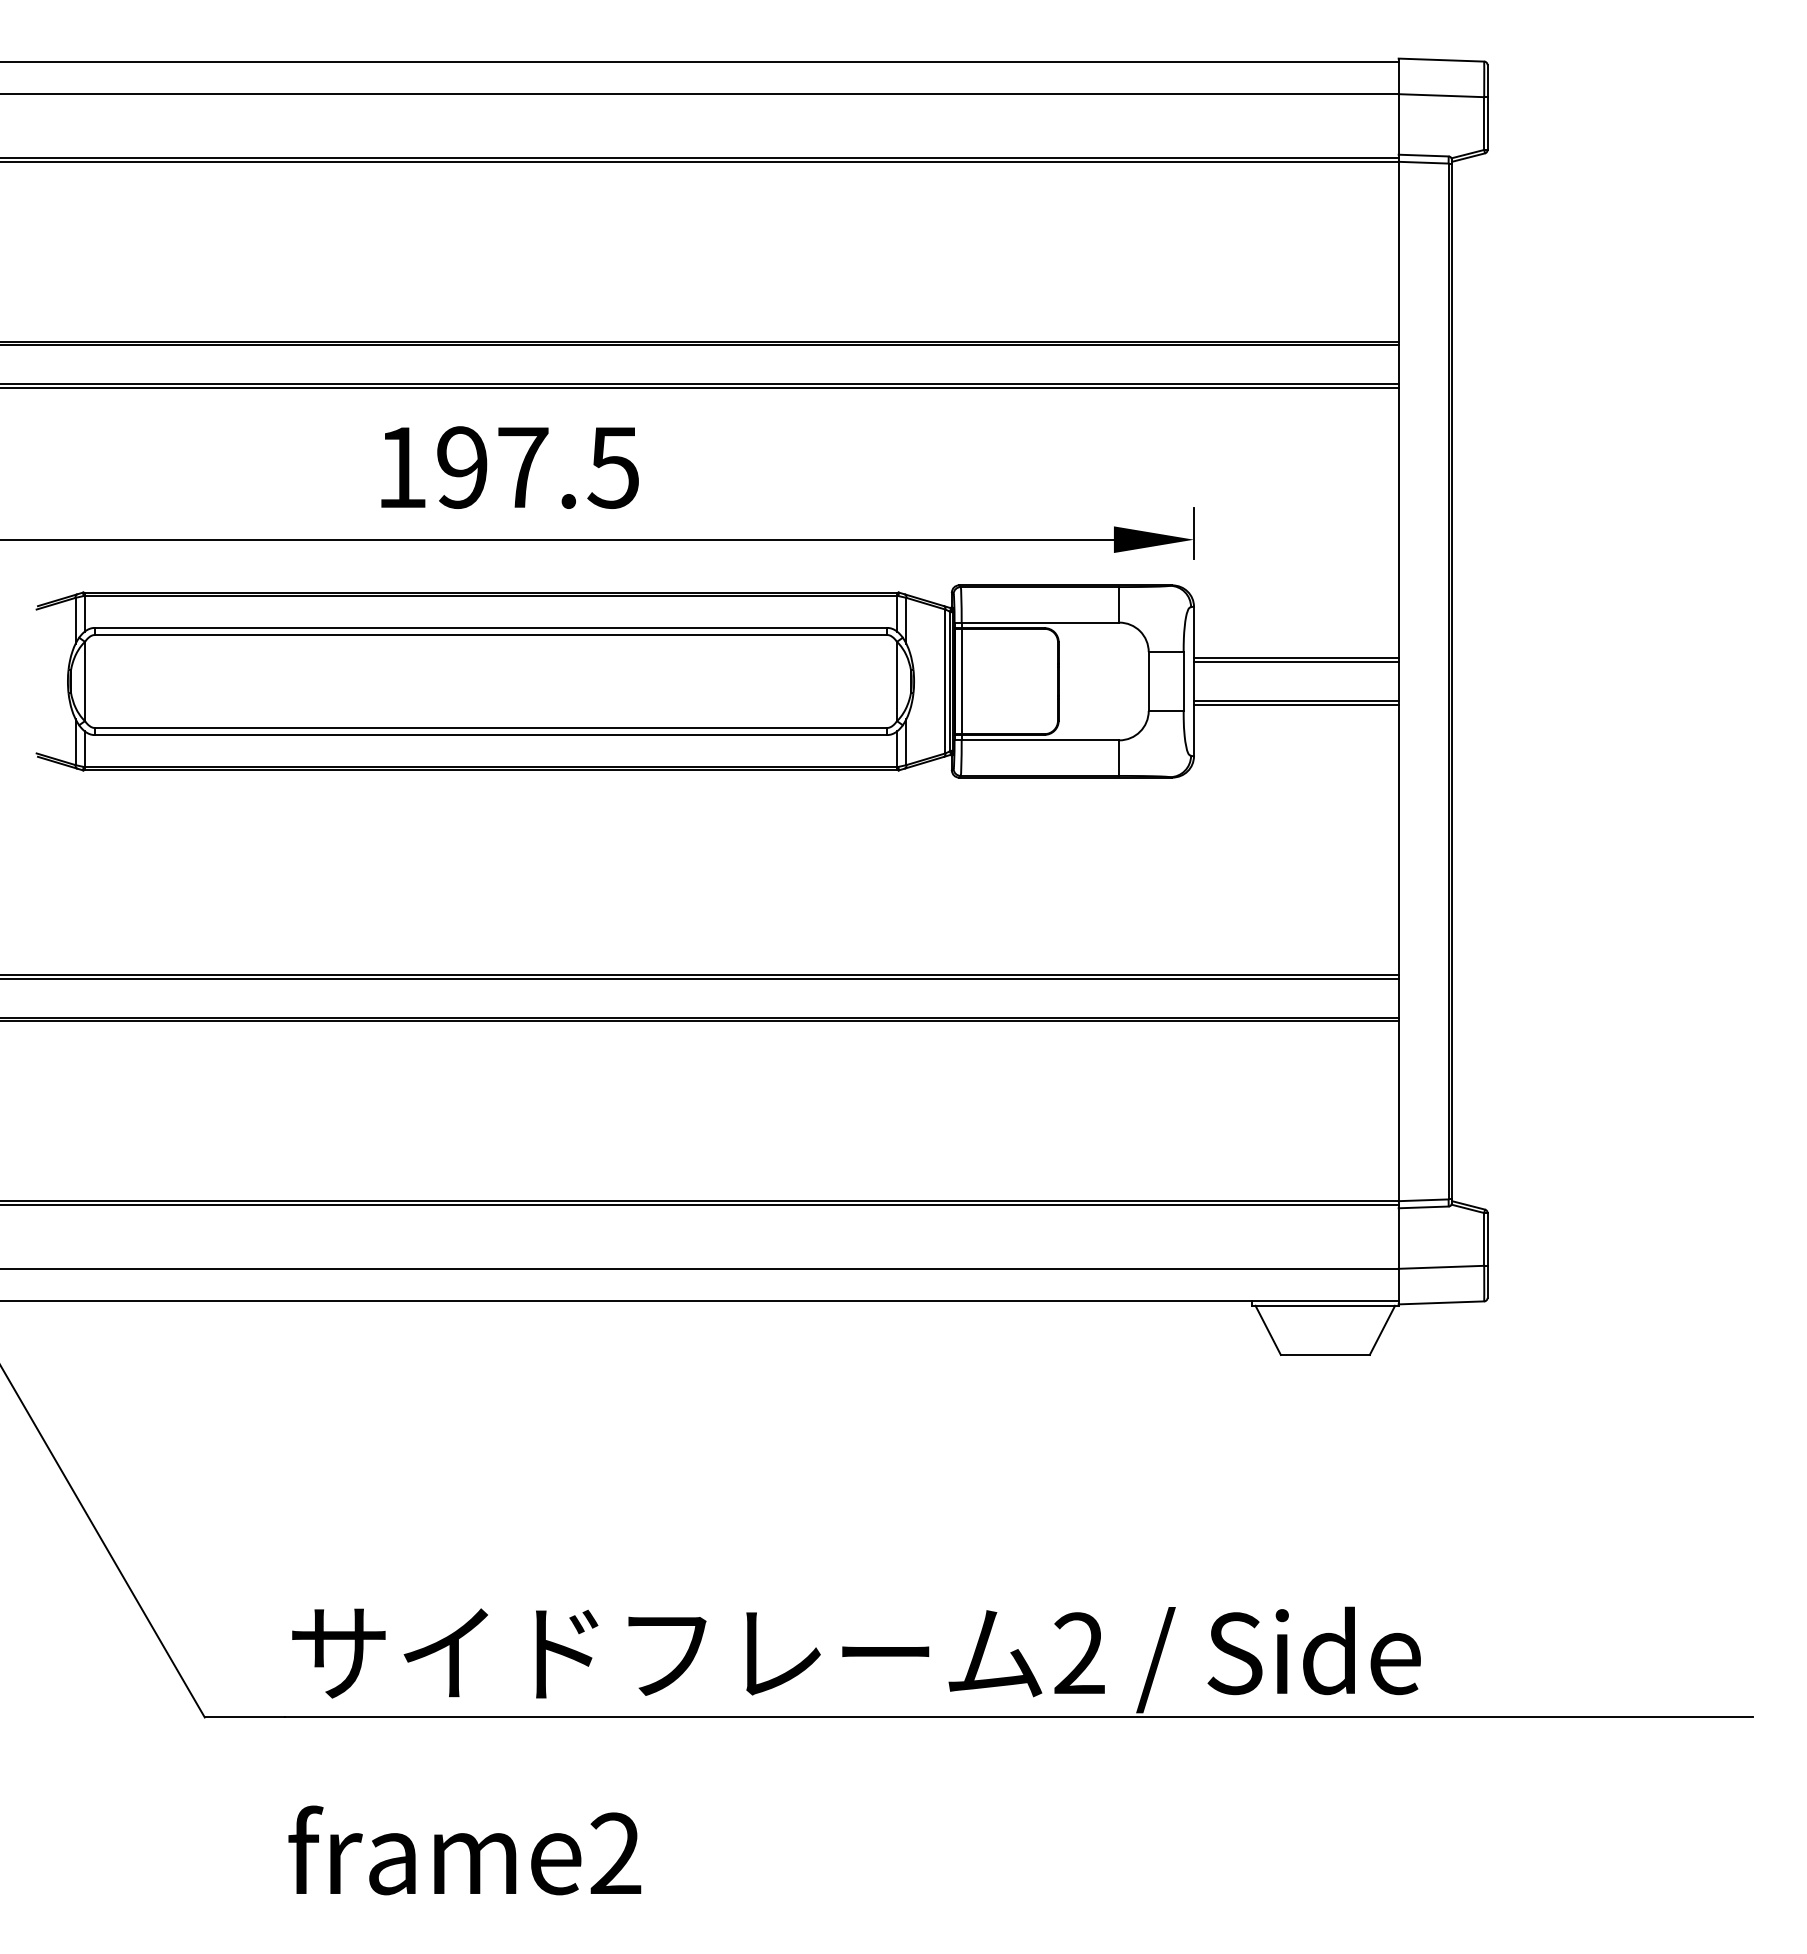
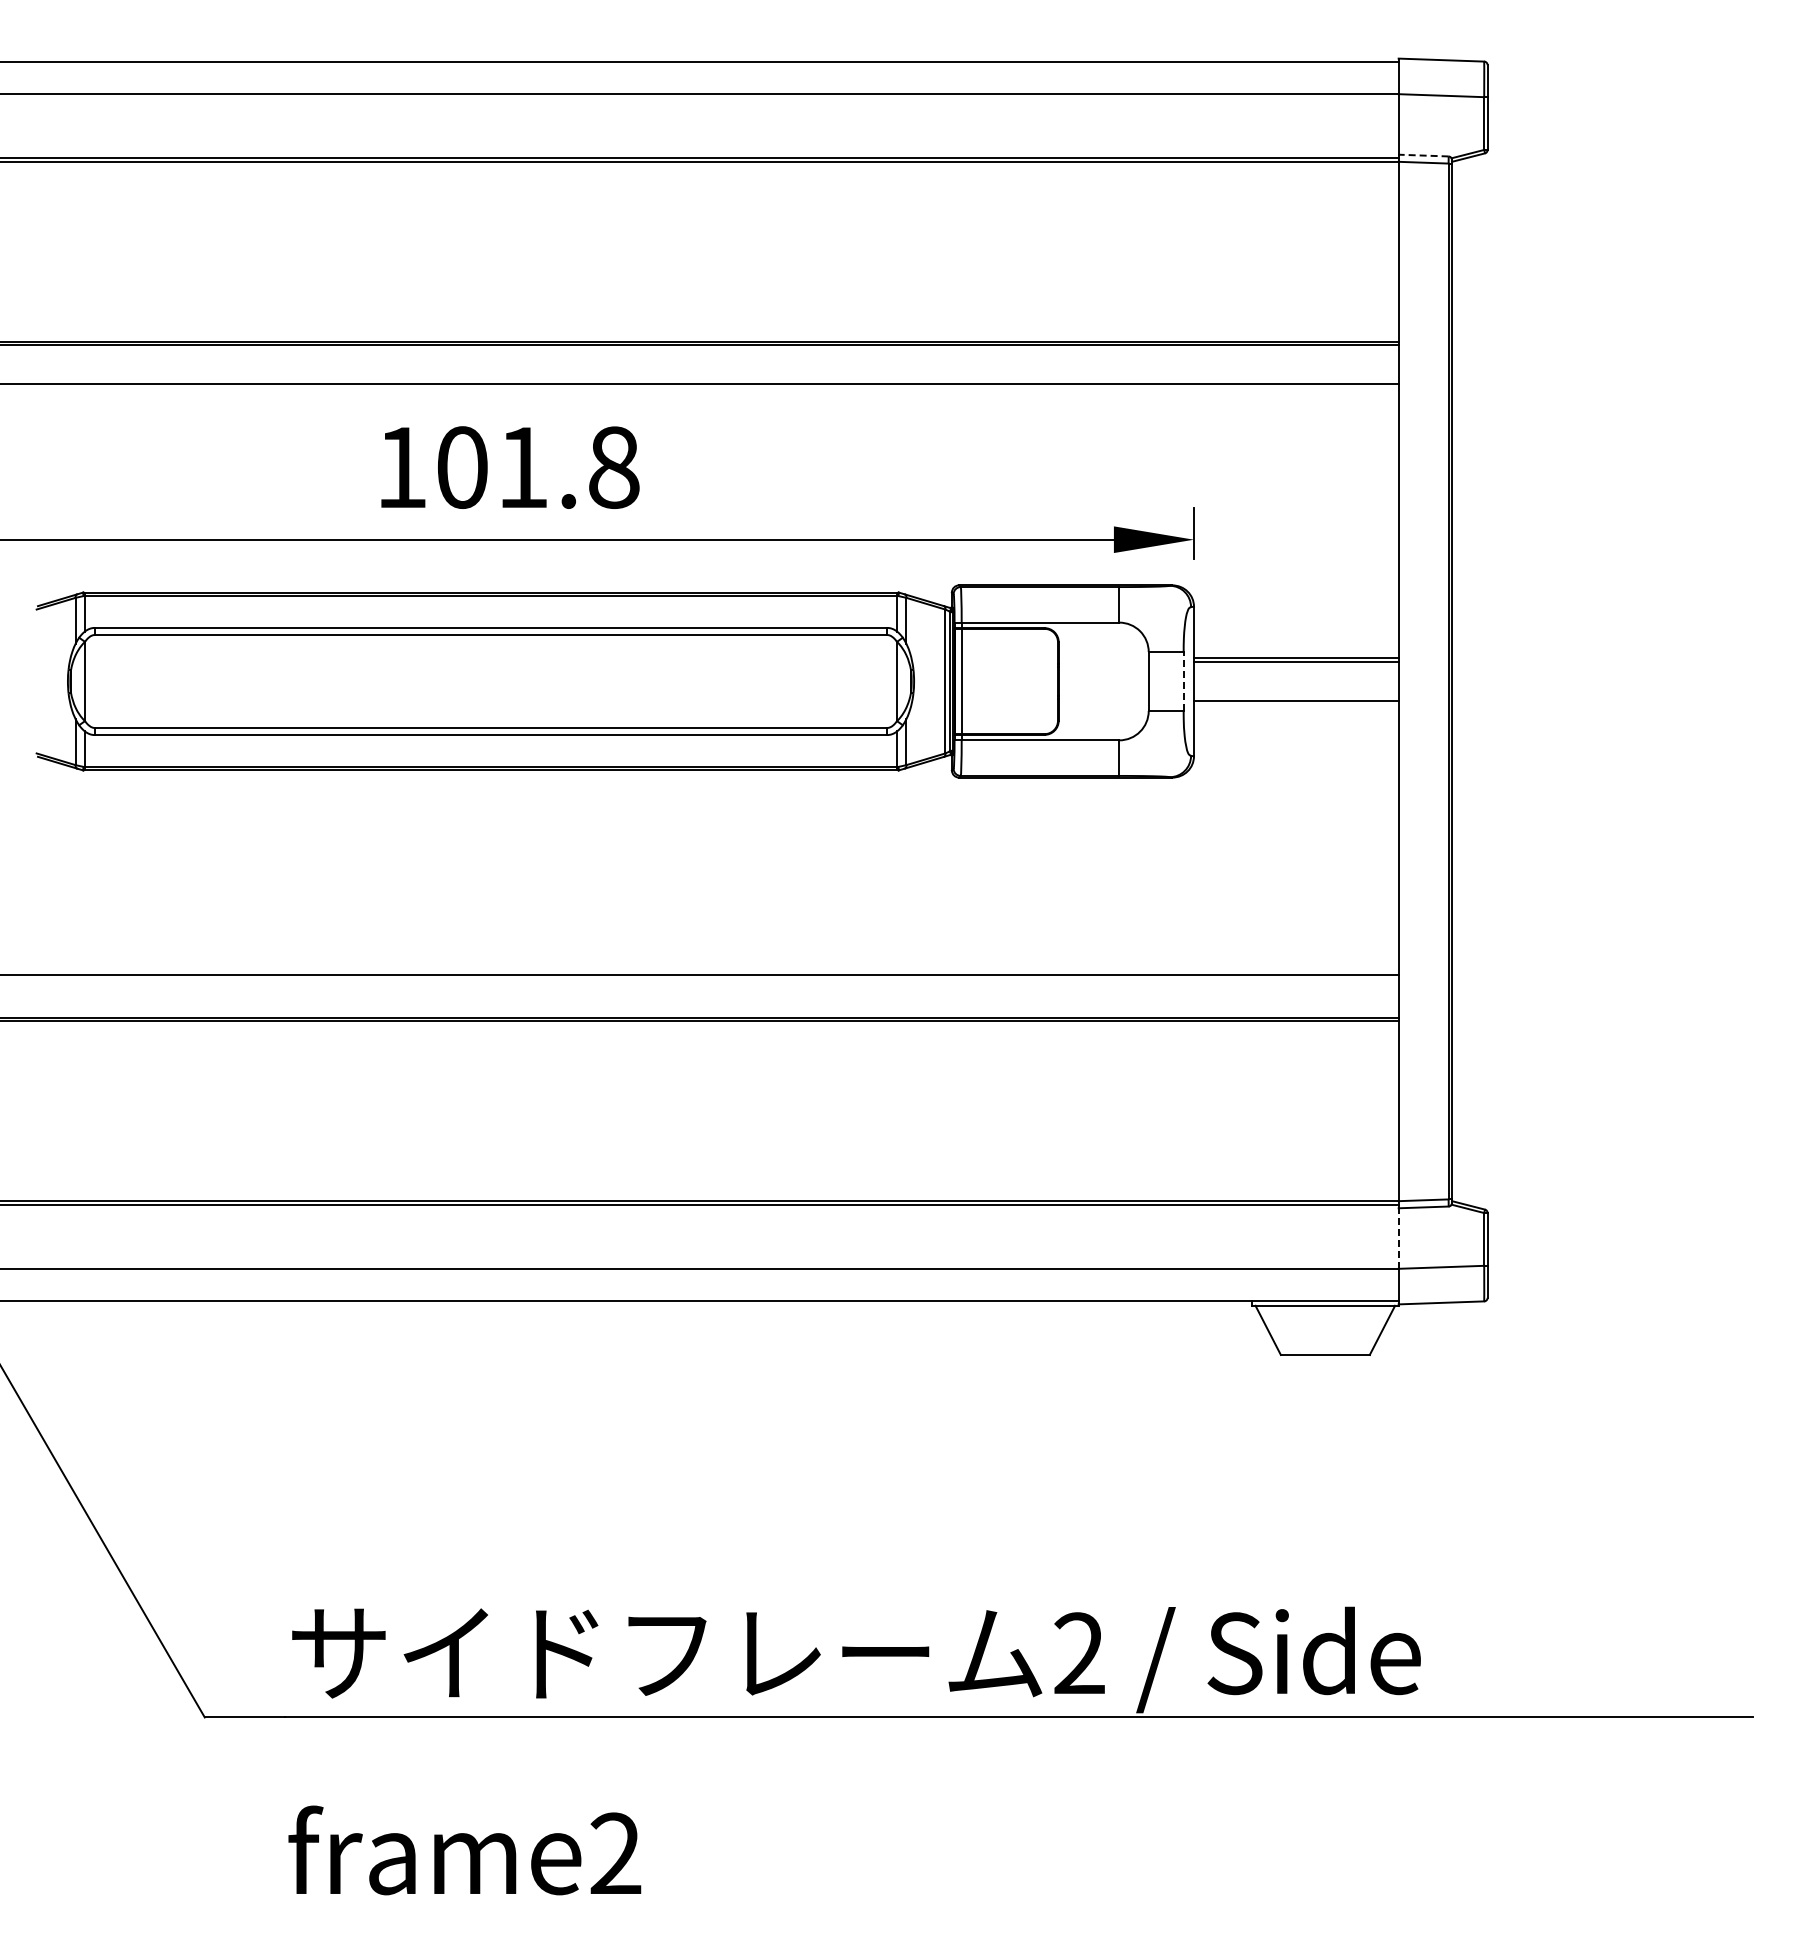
line at (1423, 155): solid -> dashed
line at (700, 387): present -> none
text at (538, 467): 197.5 -> 101.8
line at (1183, 681): solid -> dashed
line at (1295, 704): present -> none
line at (700, 978): present -> none
line at (1398, 1238): solid -> dashed
